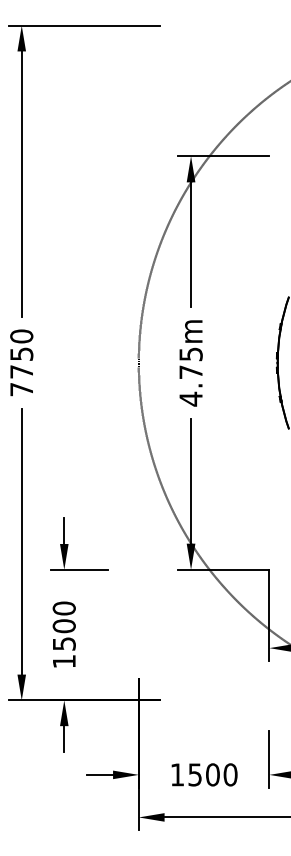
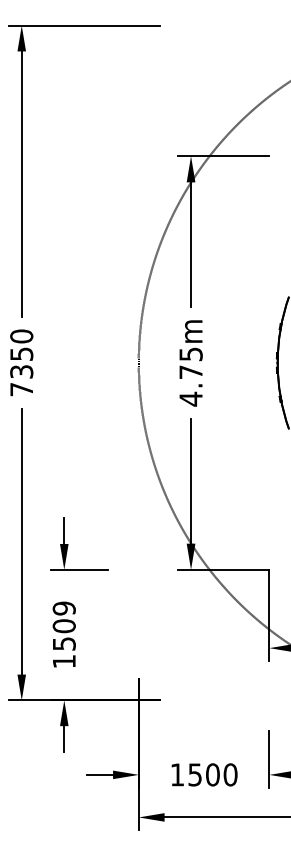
text at (21, 371): 7750 -> 7350
text at (63, 608): 1500 -> 1509
